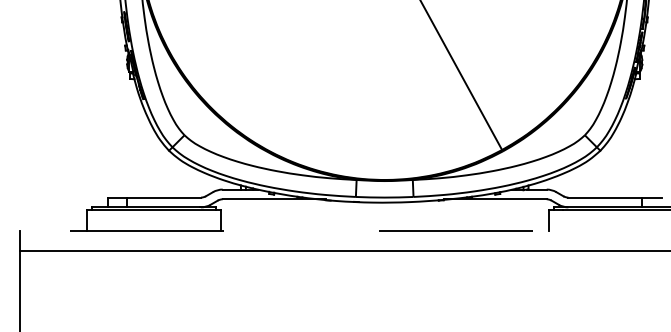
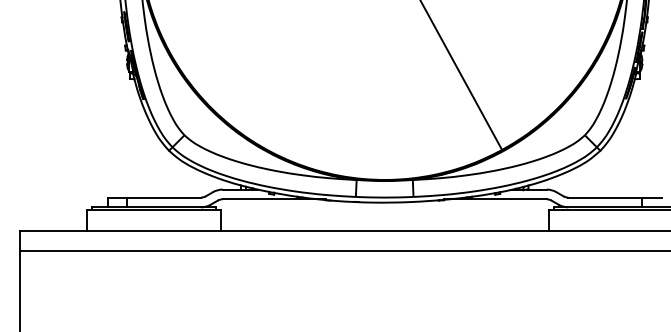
line at (345, 231): dashed -> solid
